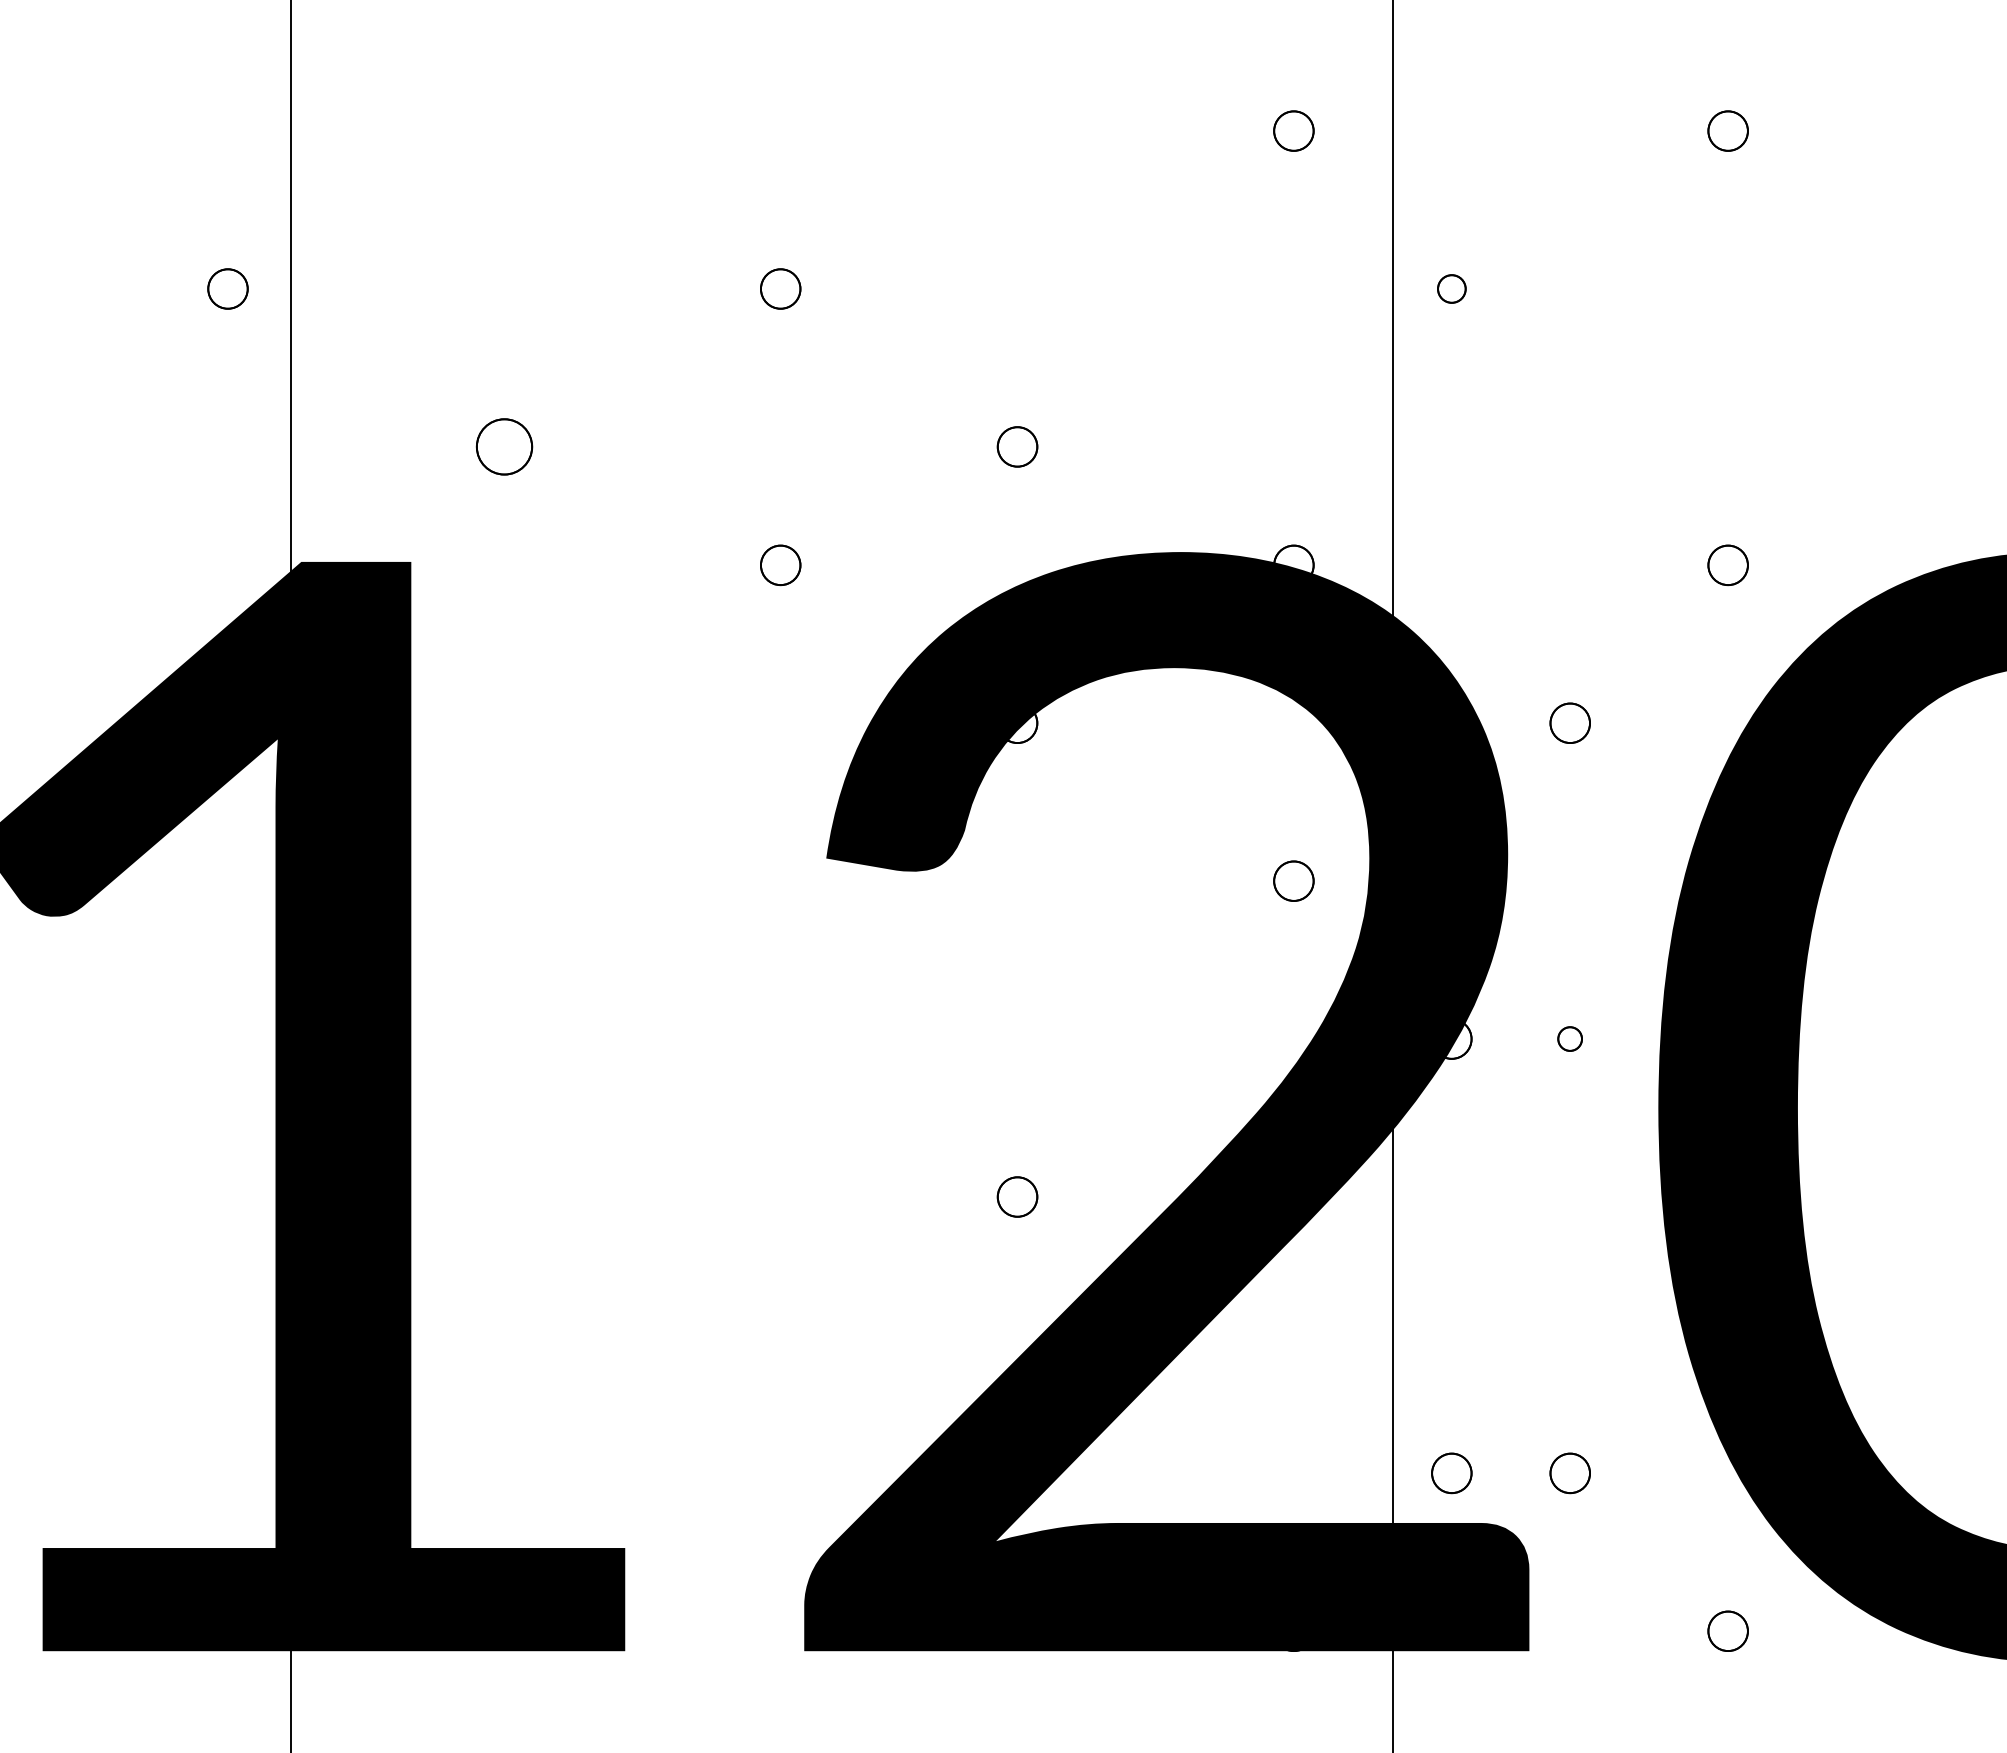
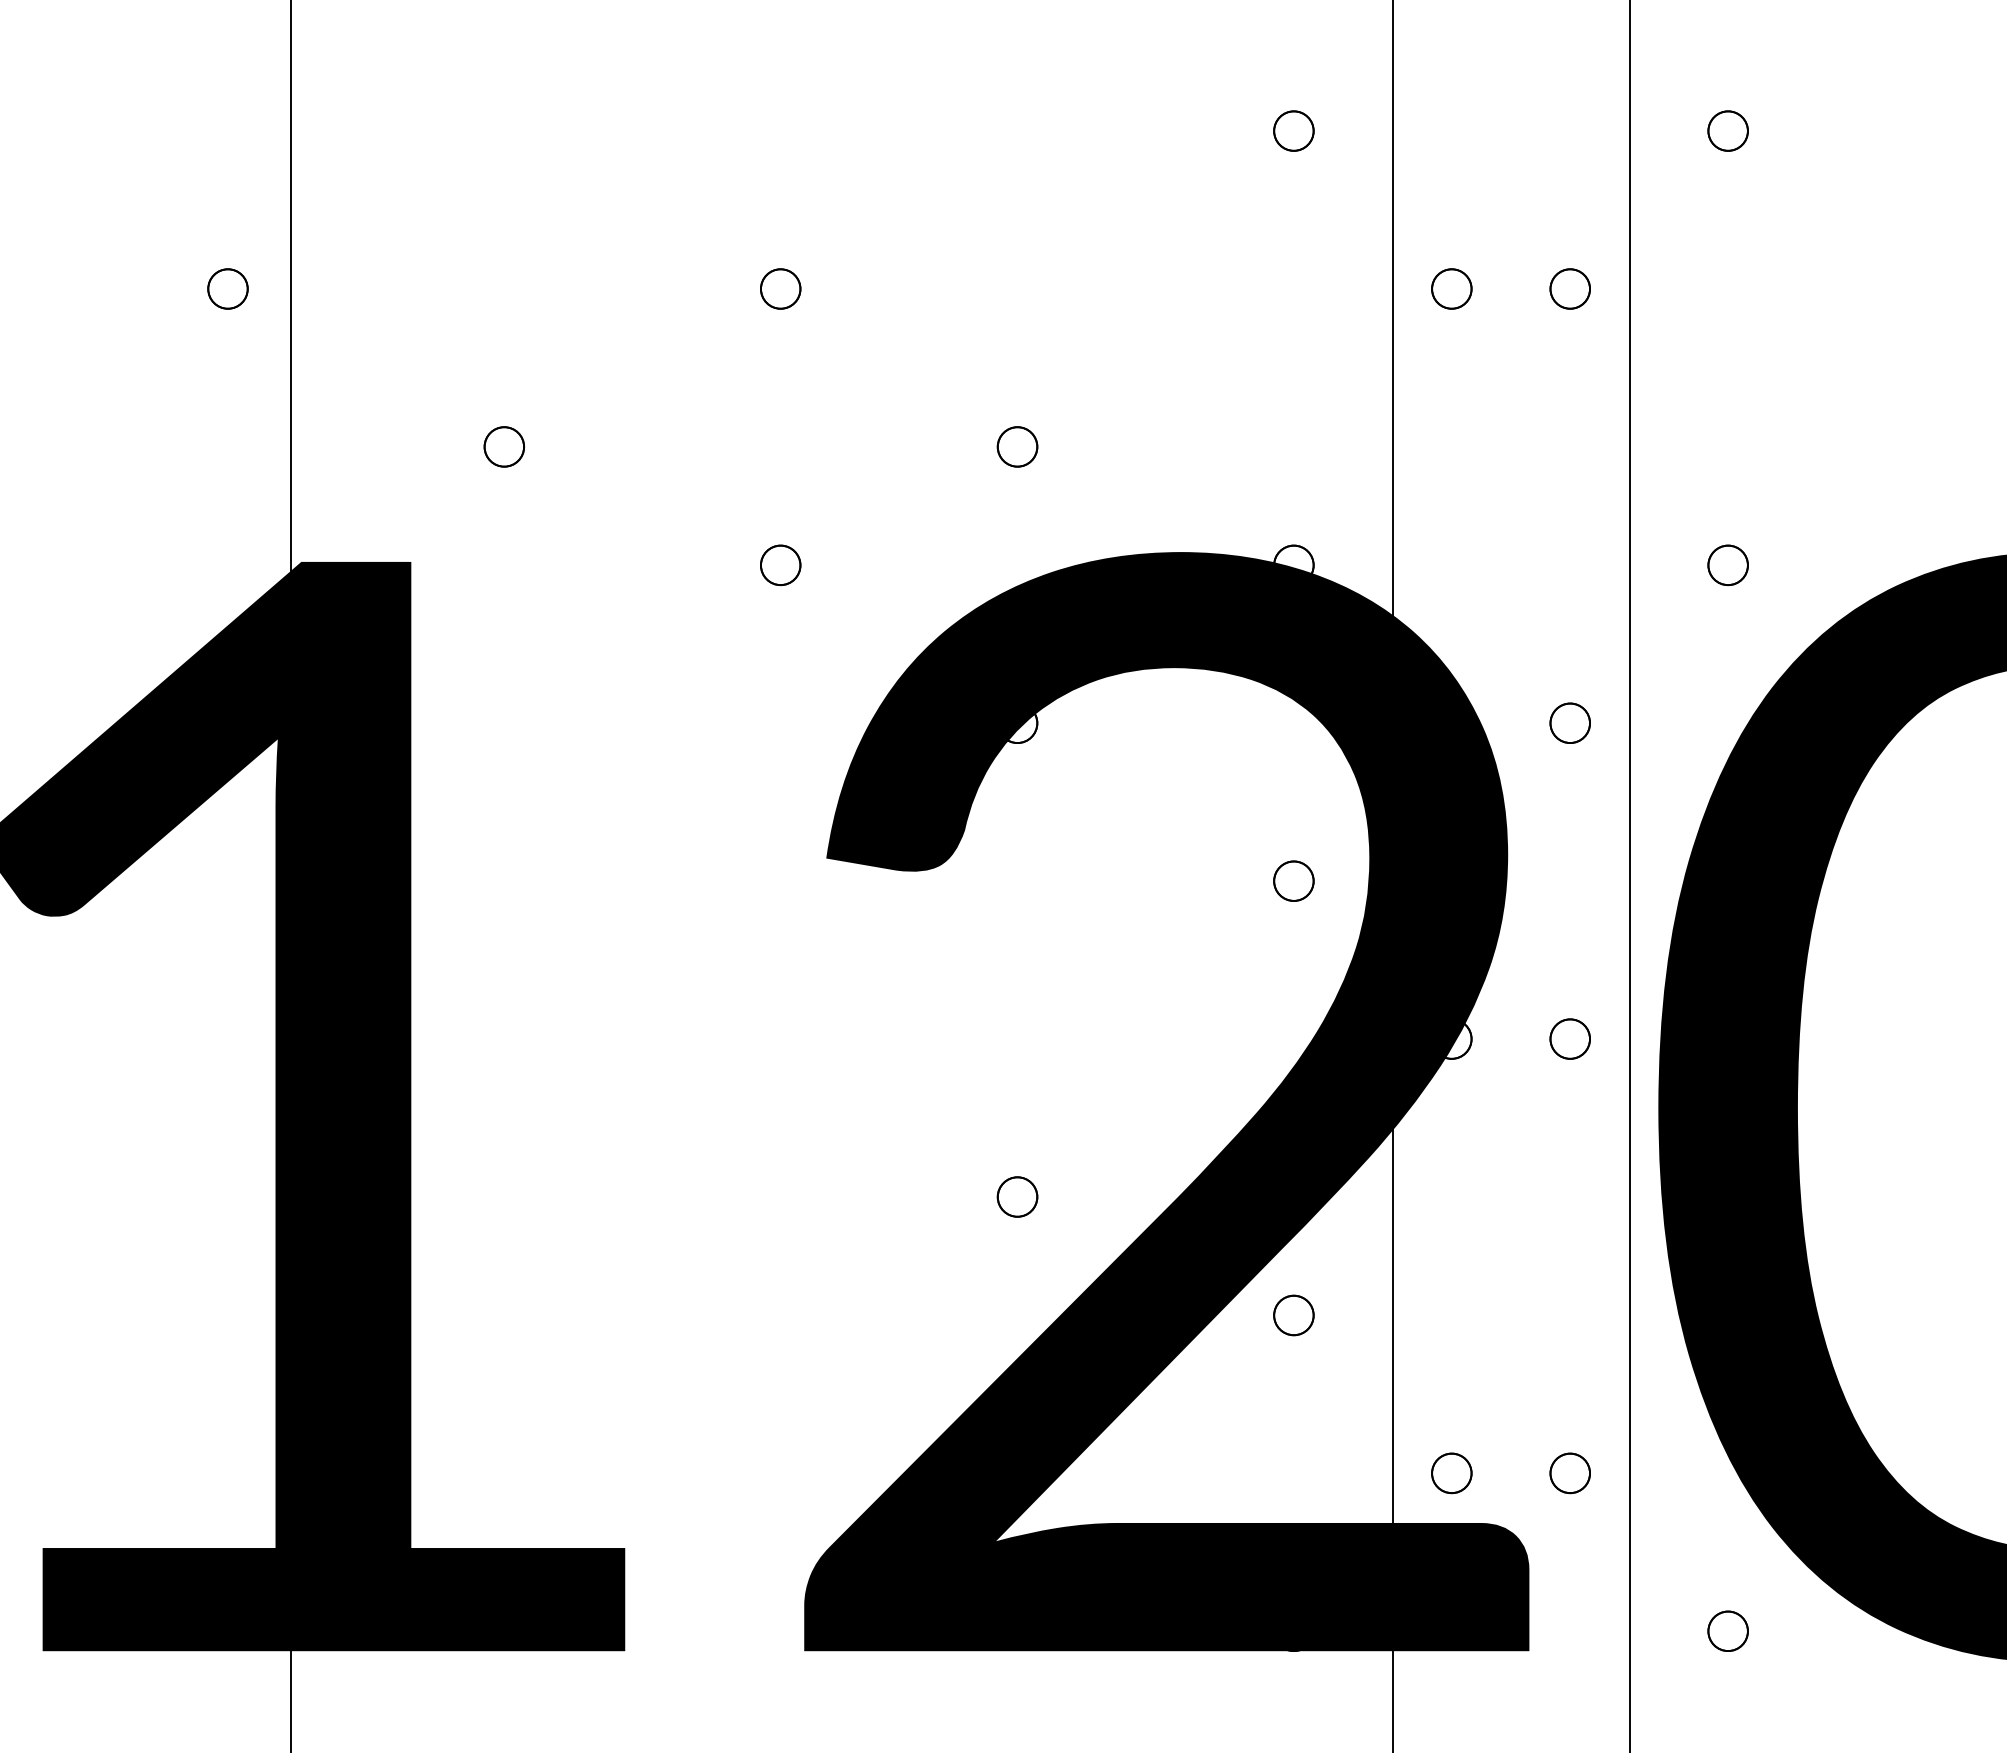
part at (1451, 288) size: 30x30 px -> 42x42 px
part at (1569, 288): none -> present
part at (504, 446) size: 59x58 px -> 42x42 px
line at (1629, 875): none -> present
part at (1569, 1038) size: 26x26 px -> 42x42 px
part at (1293, 1315): none -> present
